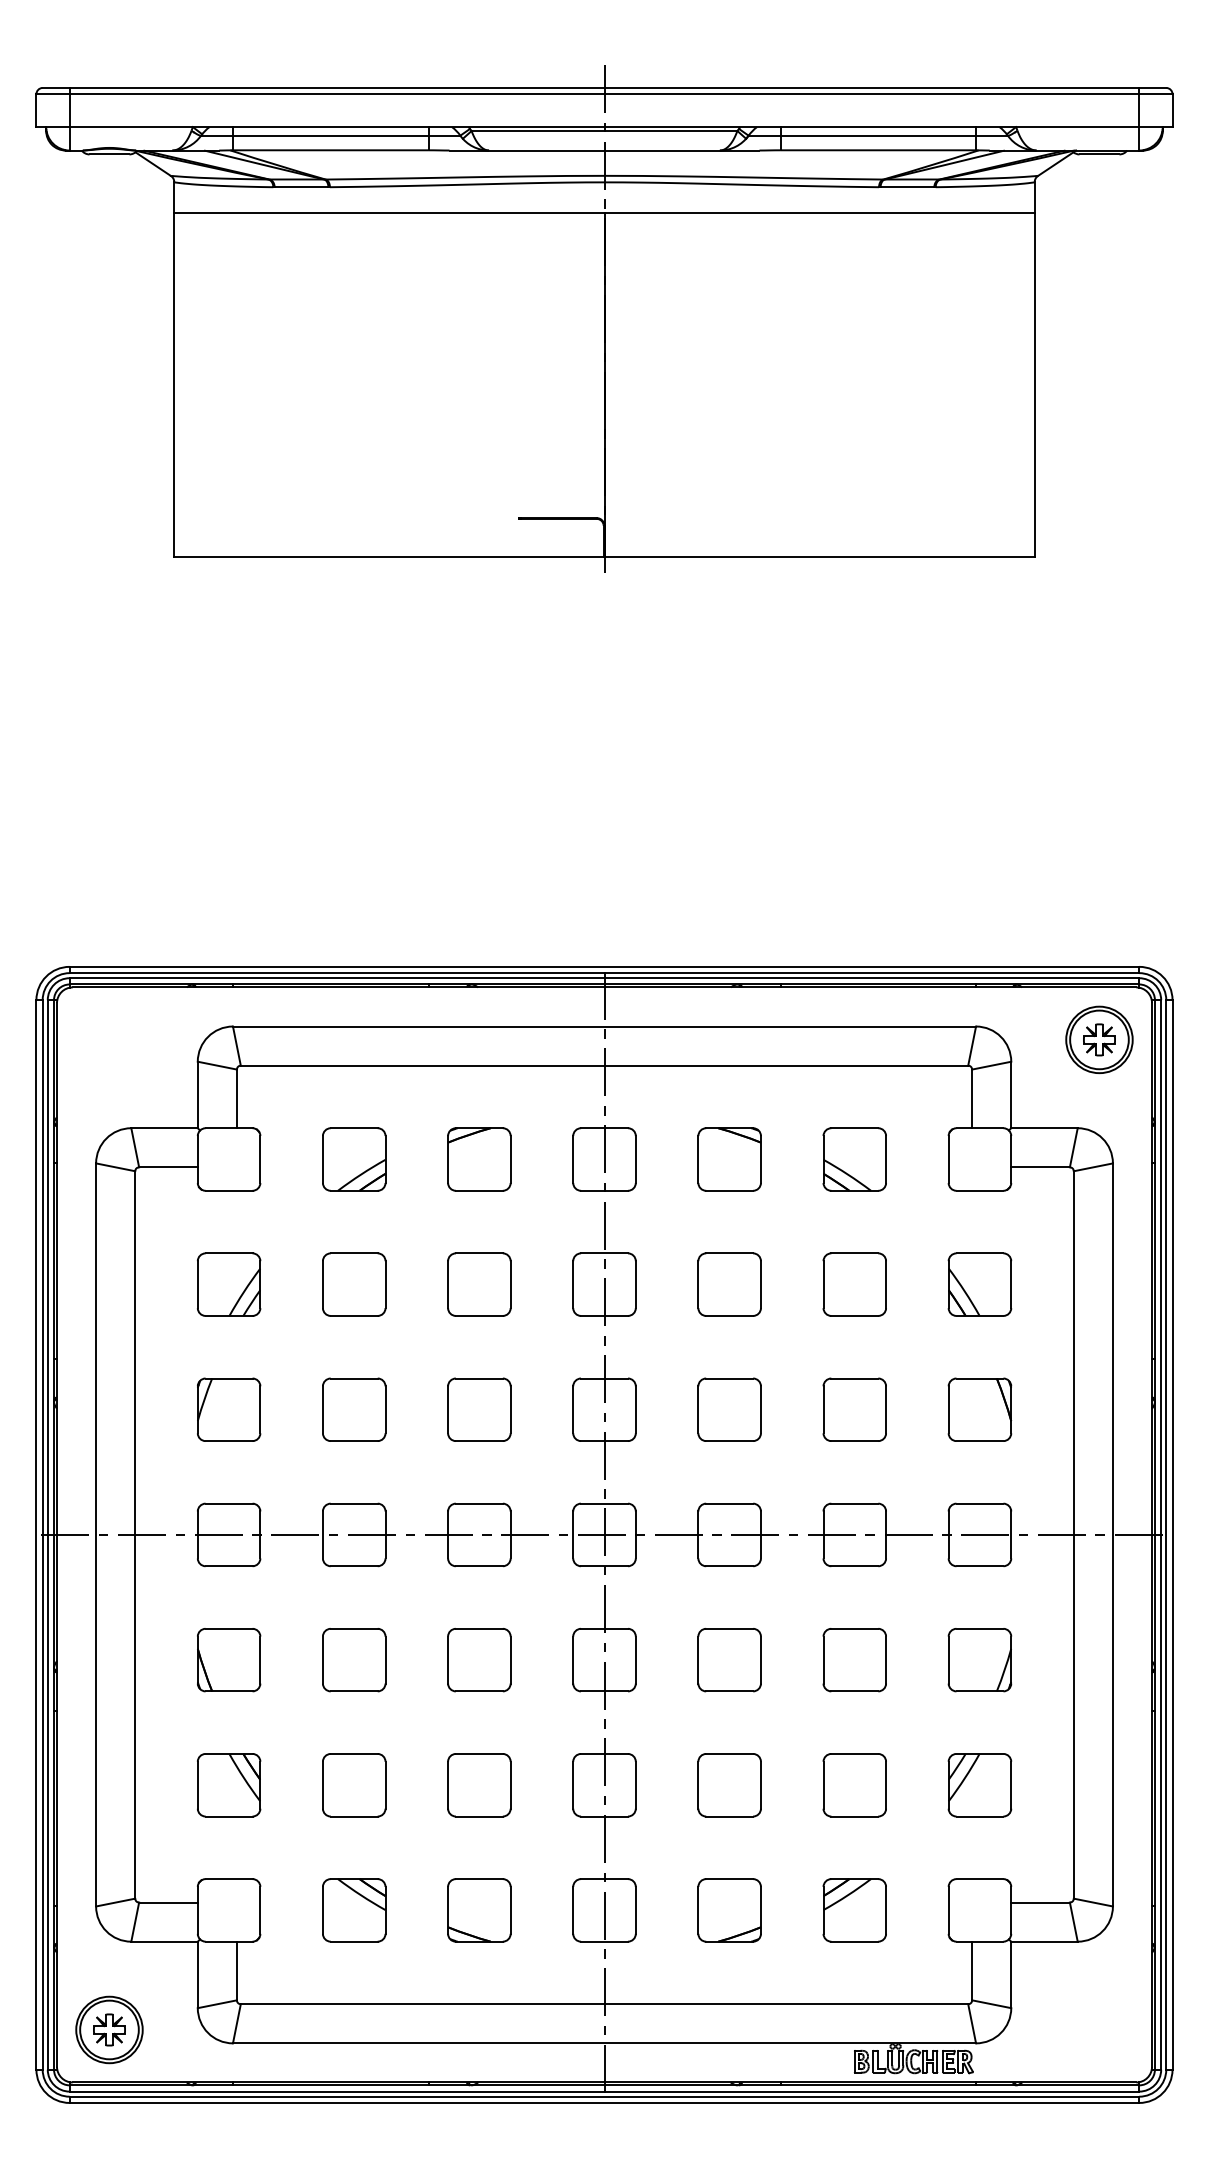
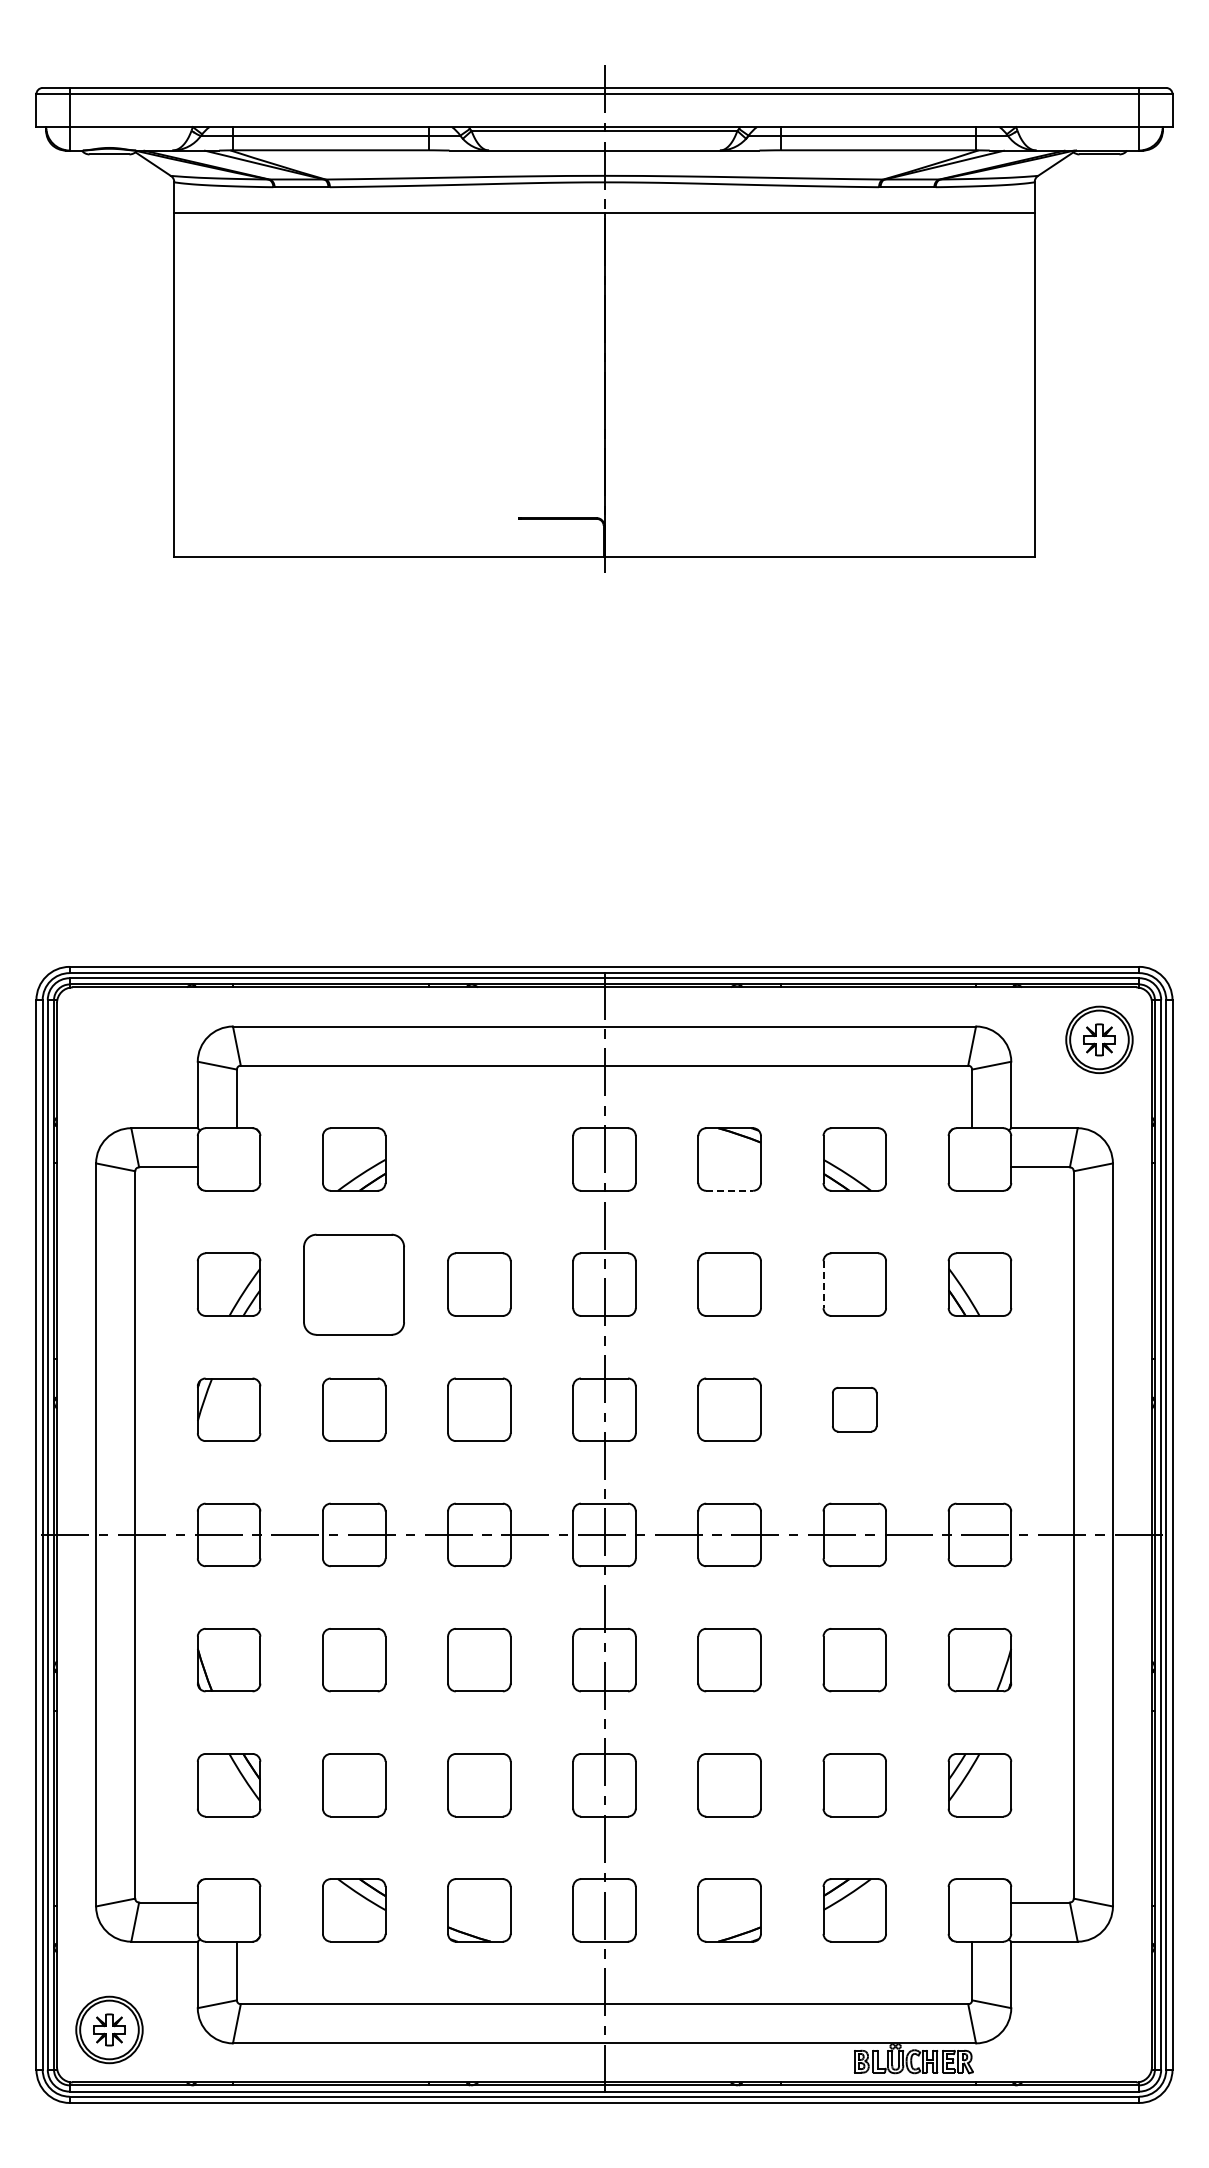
part at (479, 1159): present -> none
line at (730, 1190): solid -> dashed
part at (354, 1284) size: 65x65 px -> 102x103 px
line at (823, 1285): solid -> dashed
part at (854, 1409) size: 65x65 px -> 46x46 px
part at (979, 1409): present -> none
